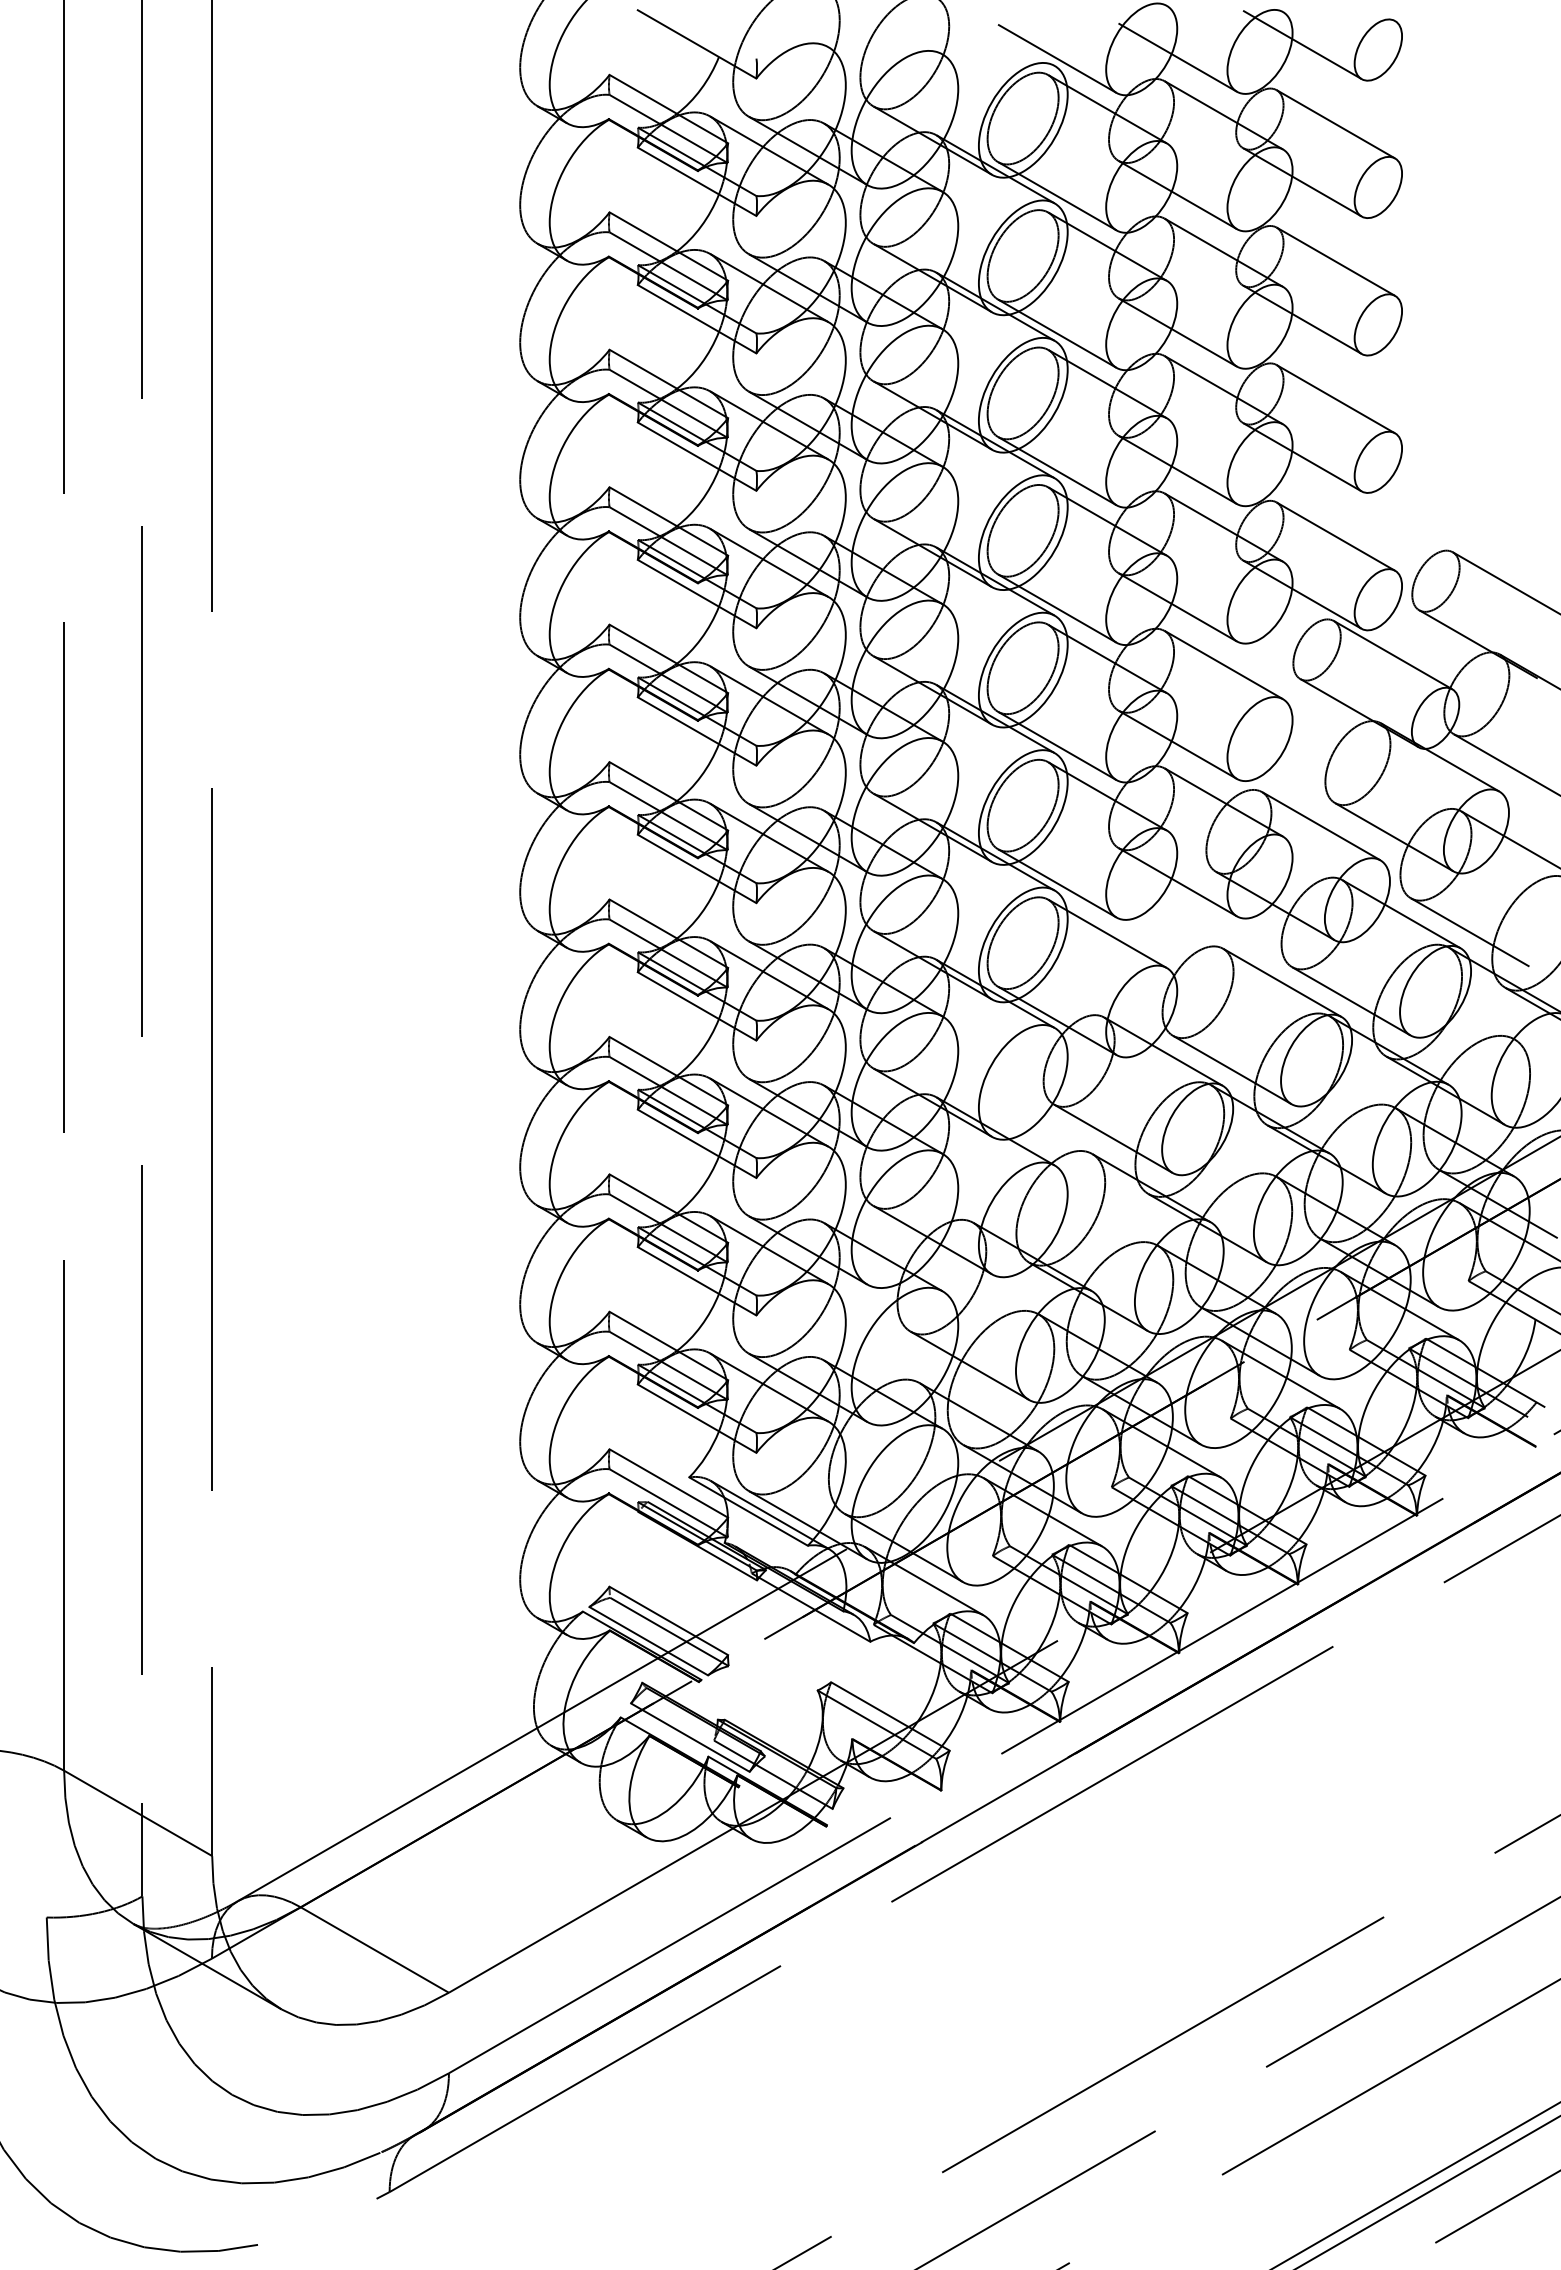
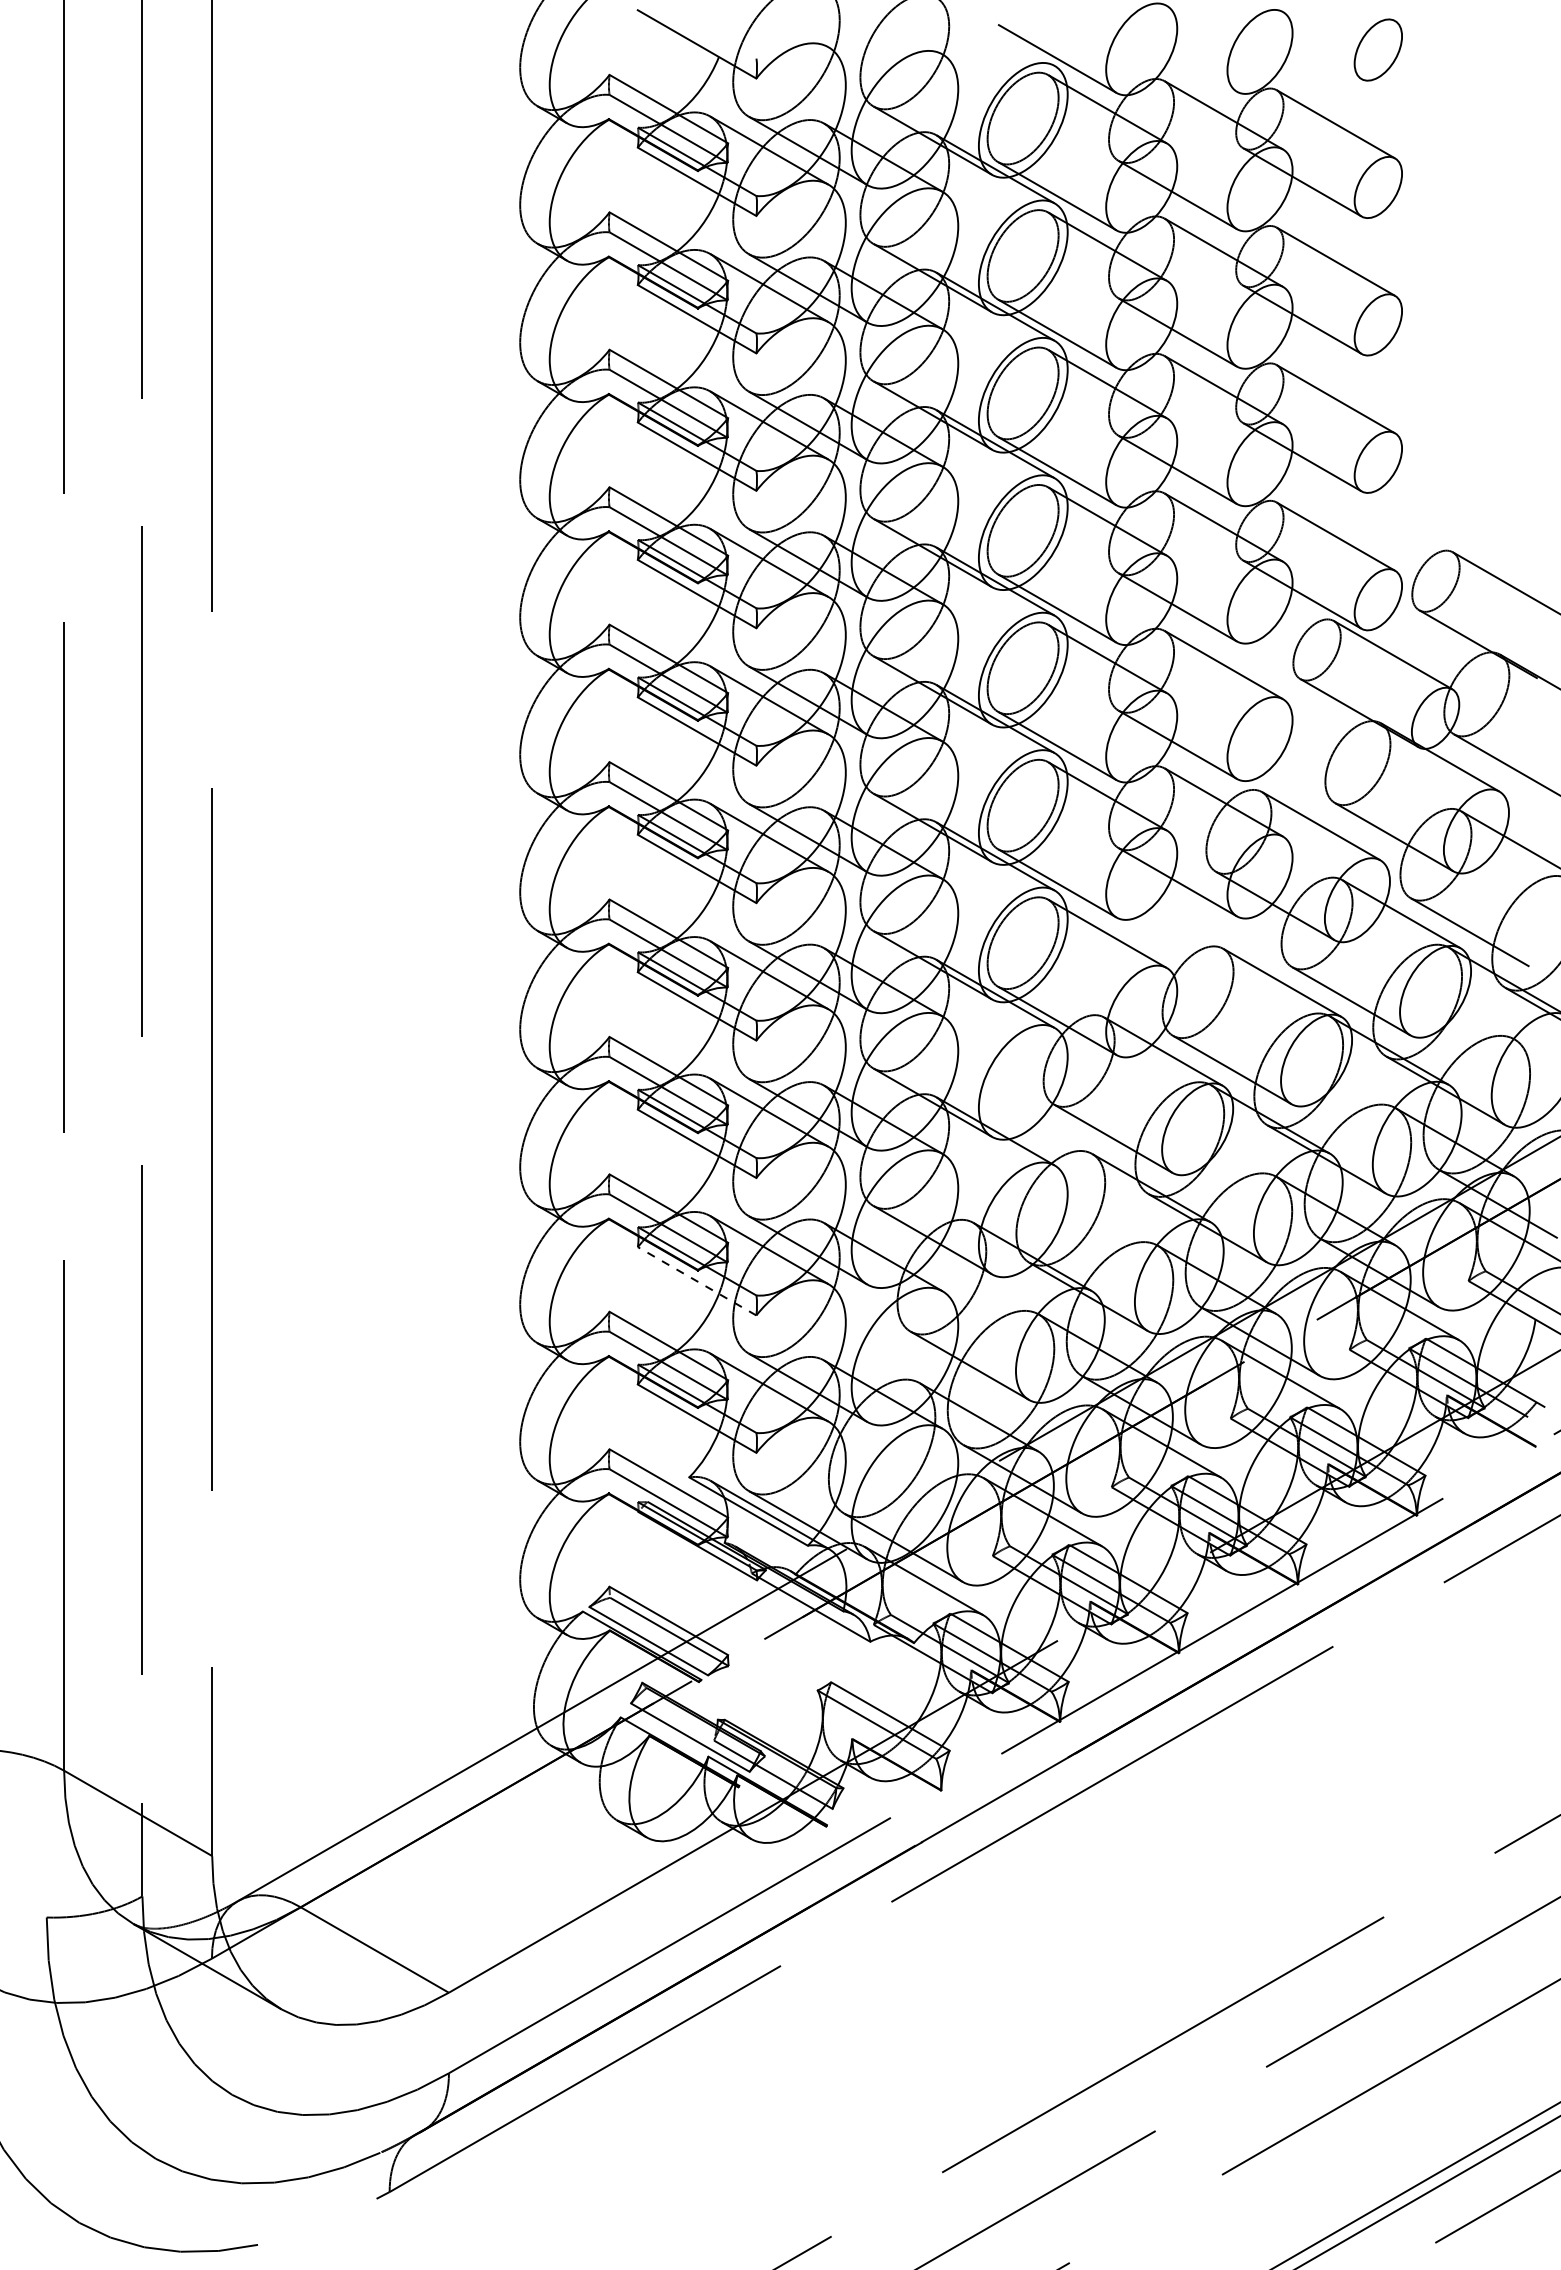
line at (1302, 44): present -> none
line at (1177, 57): present -> none
line at (696, 1281): solid -> dashed
